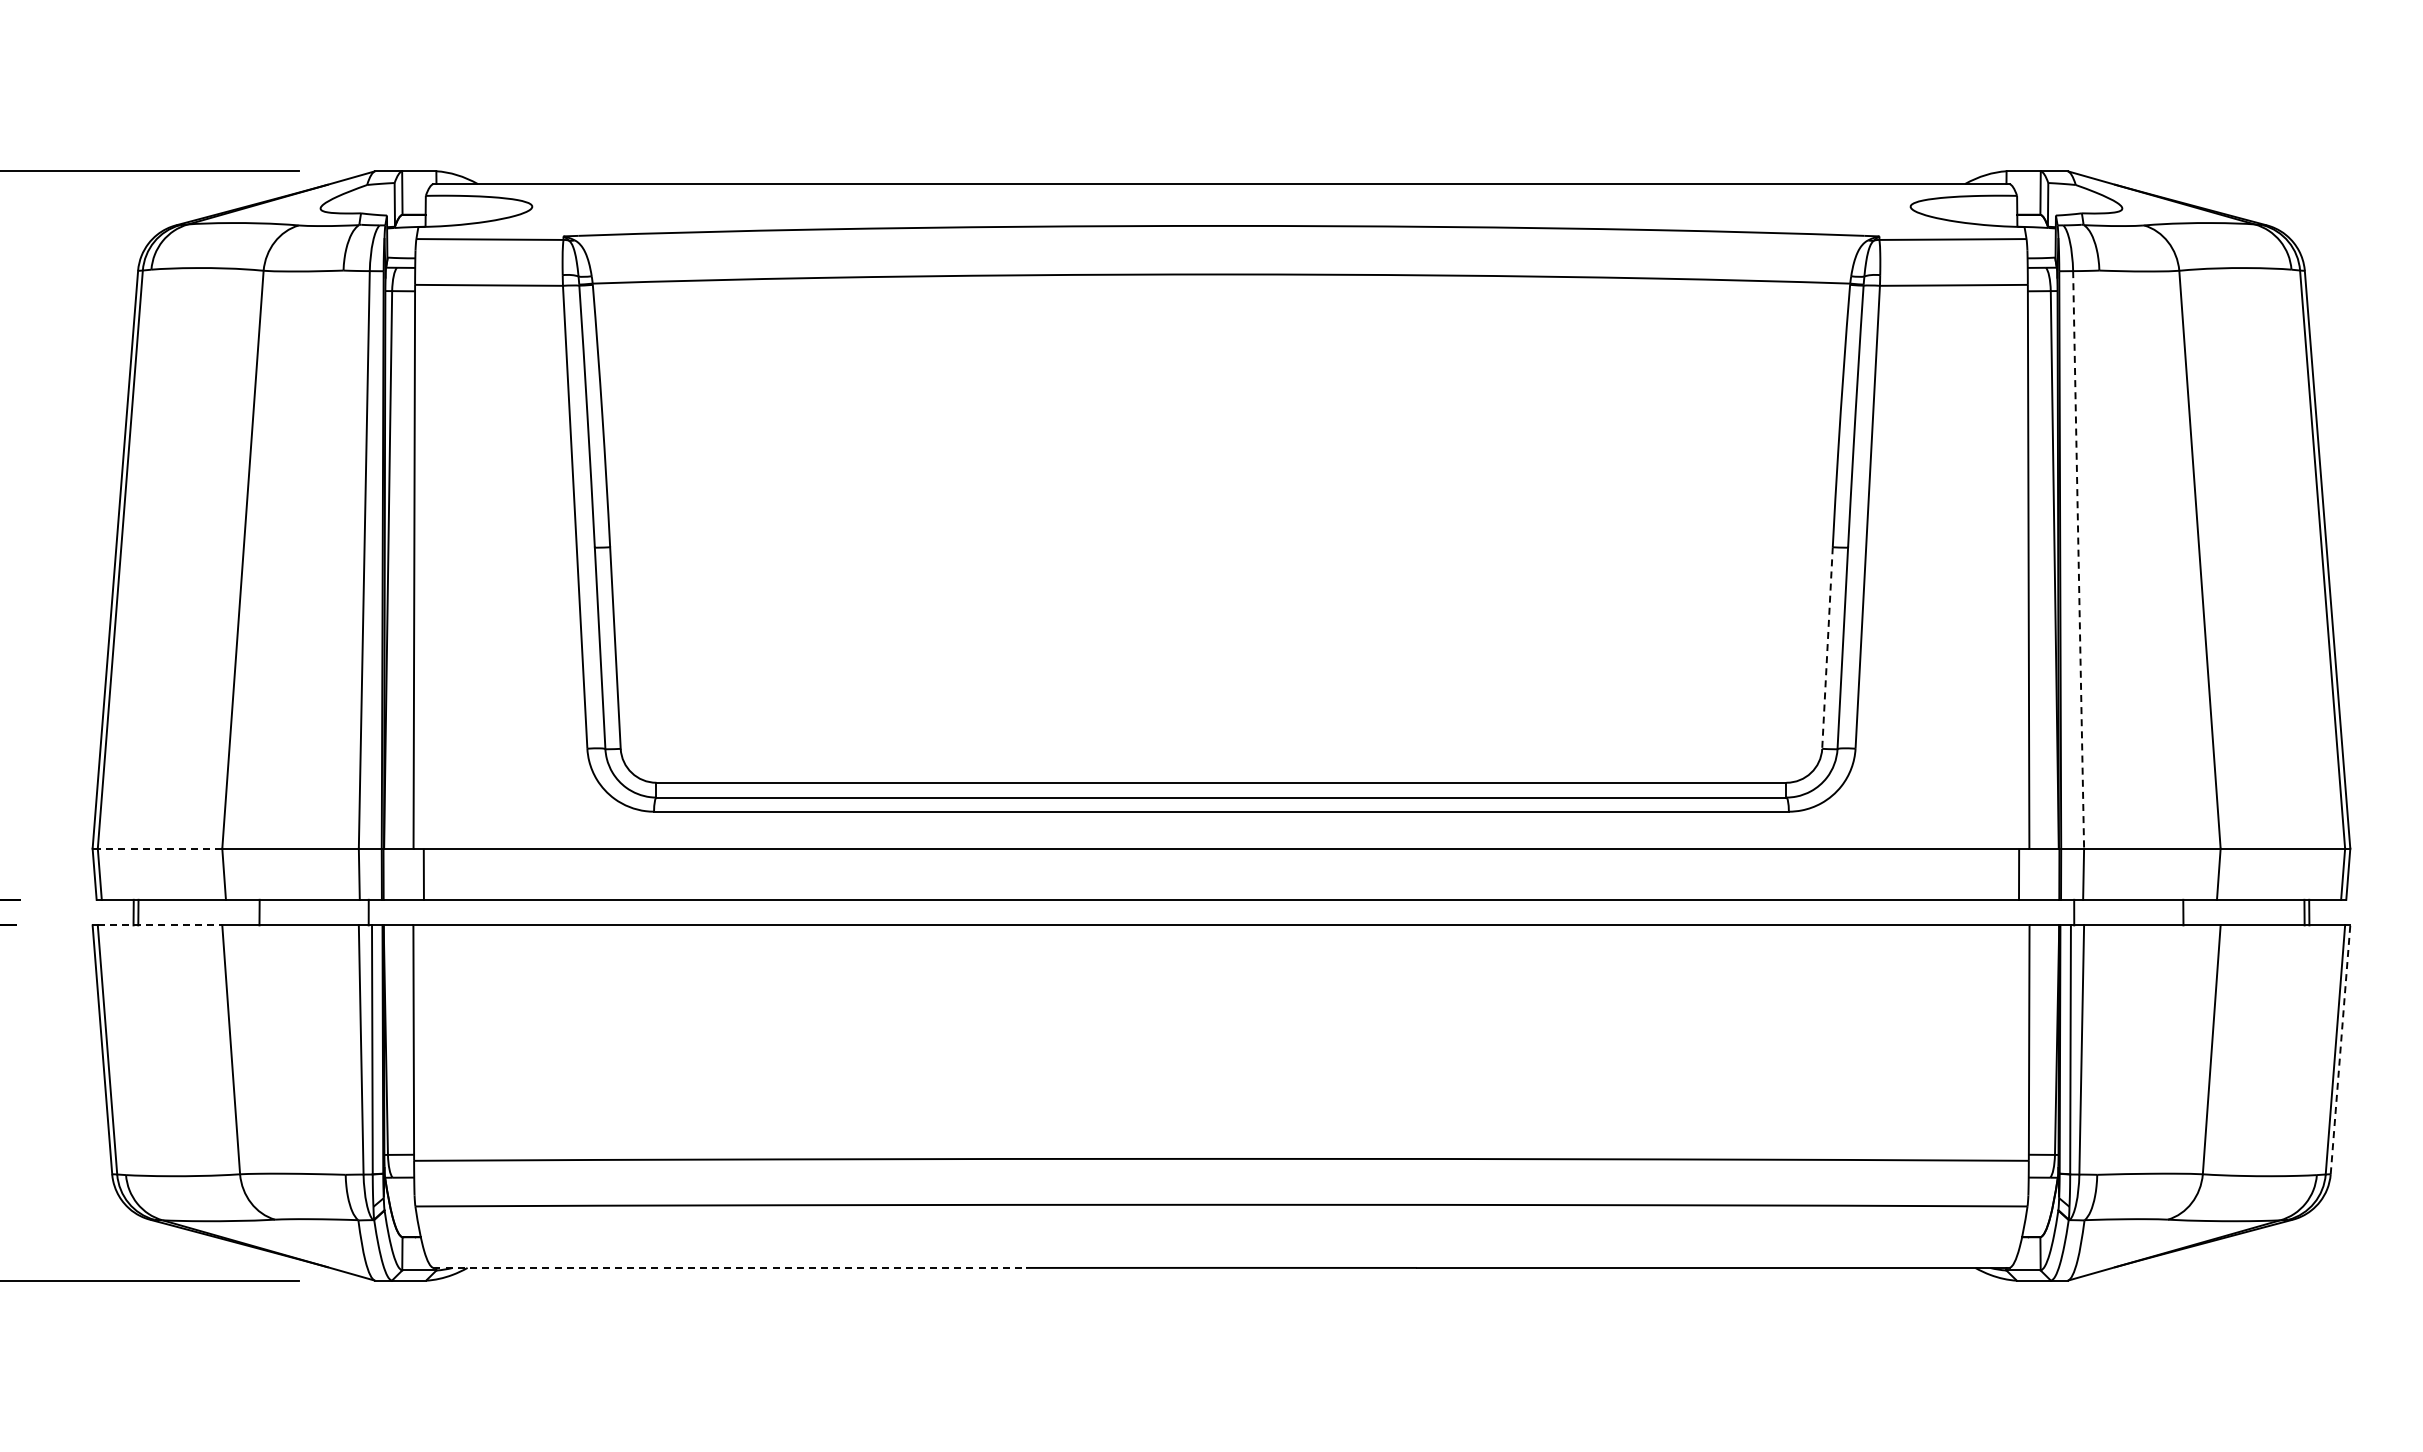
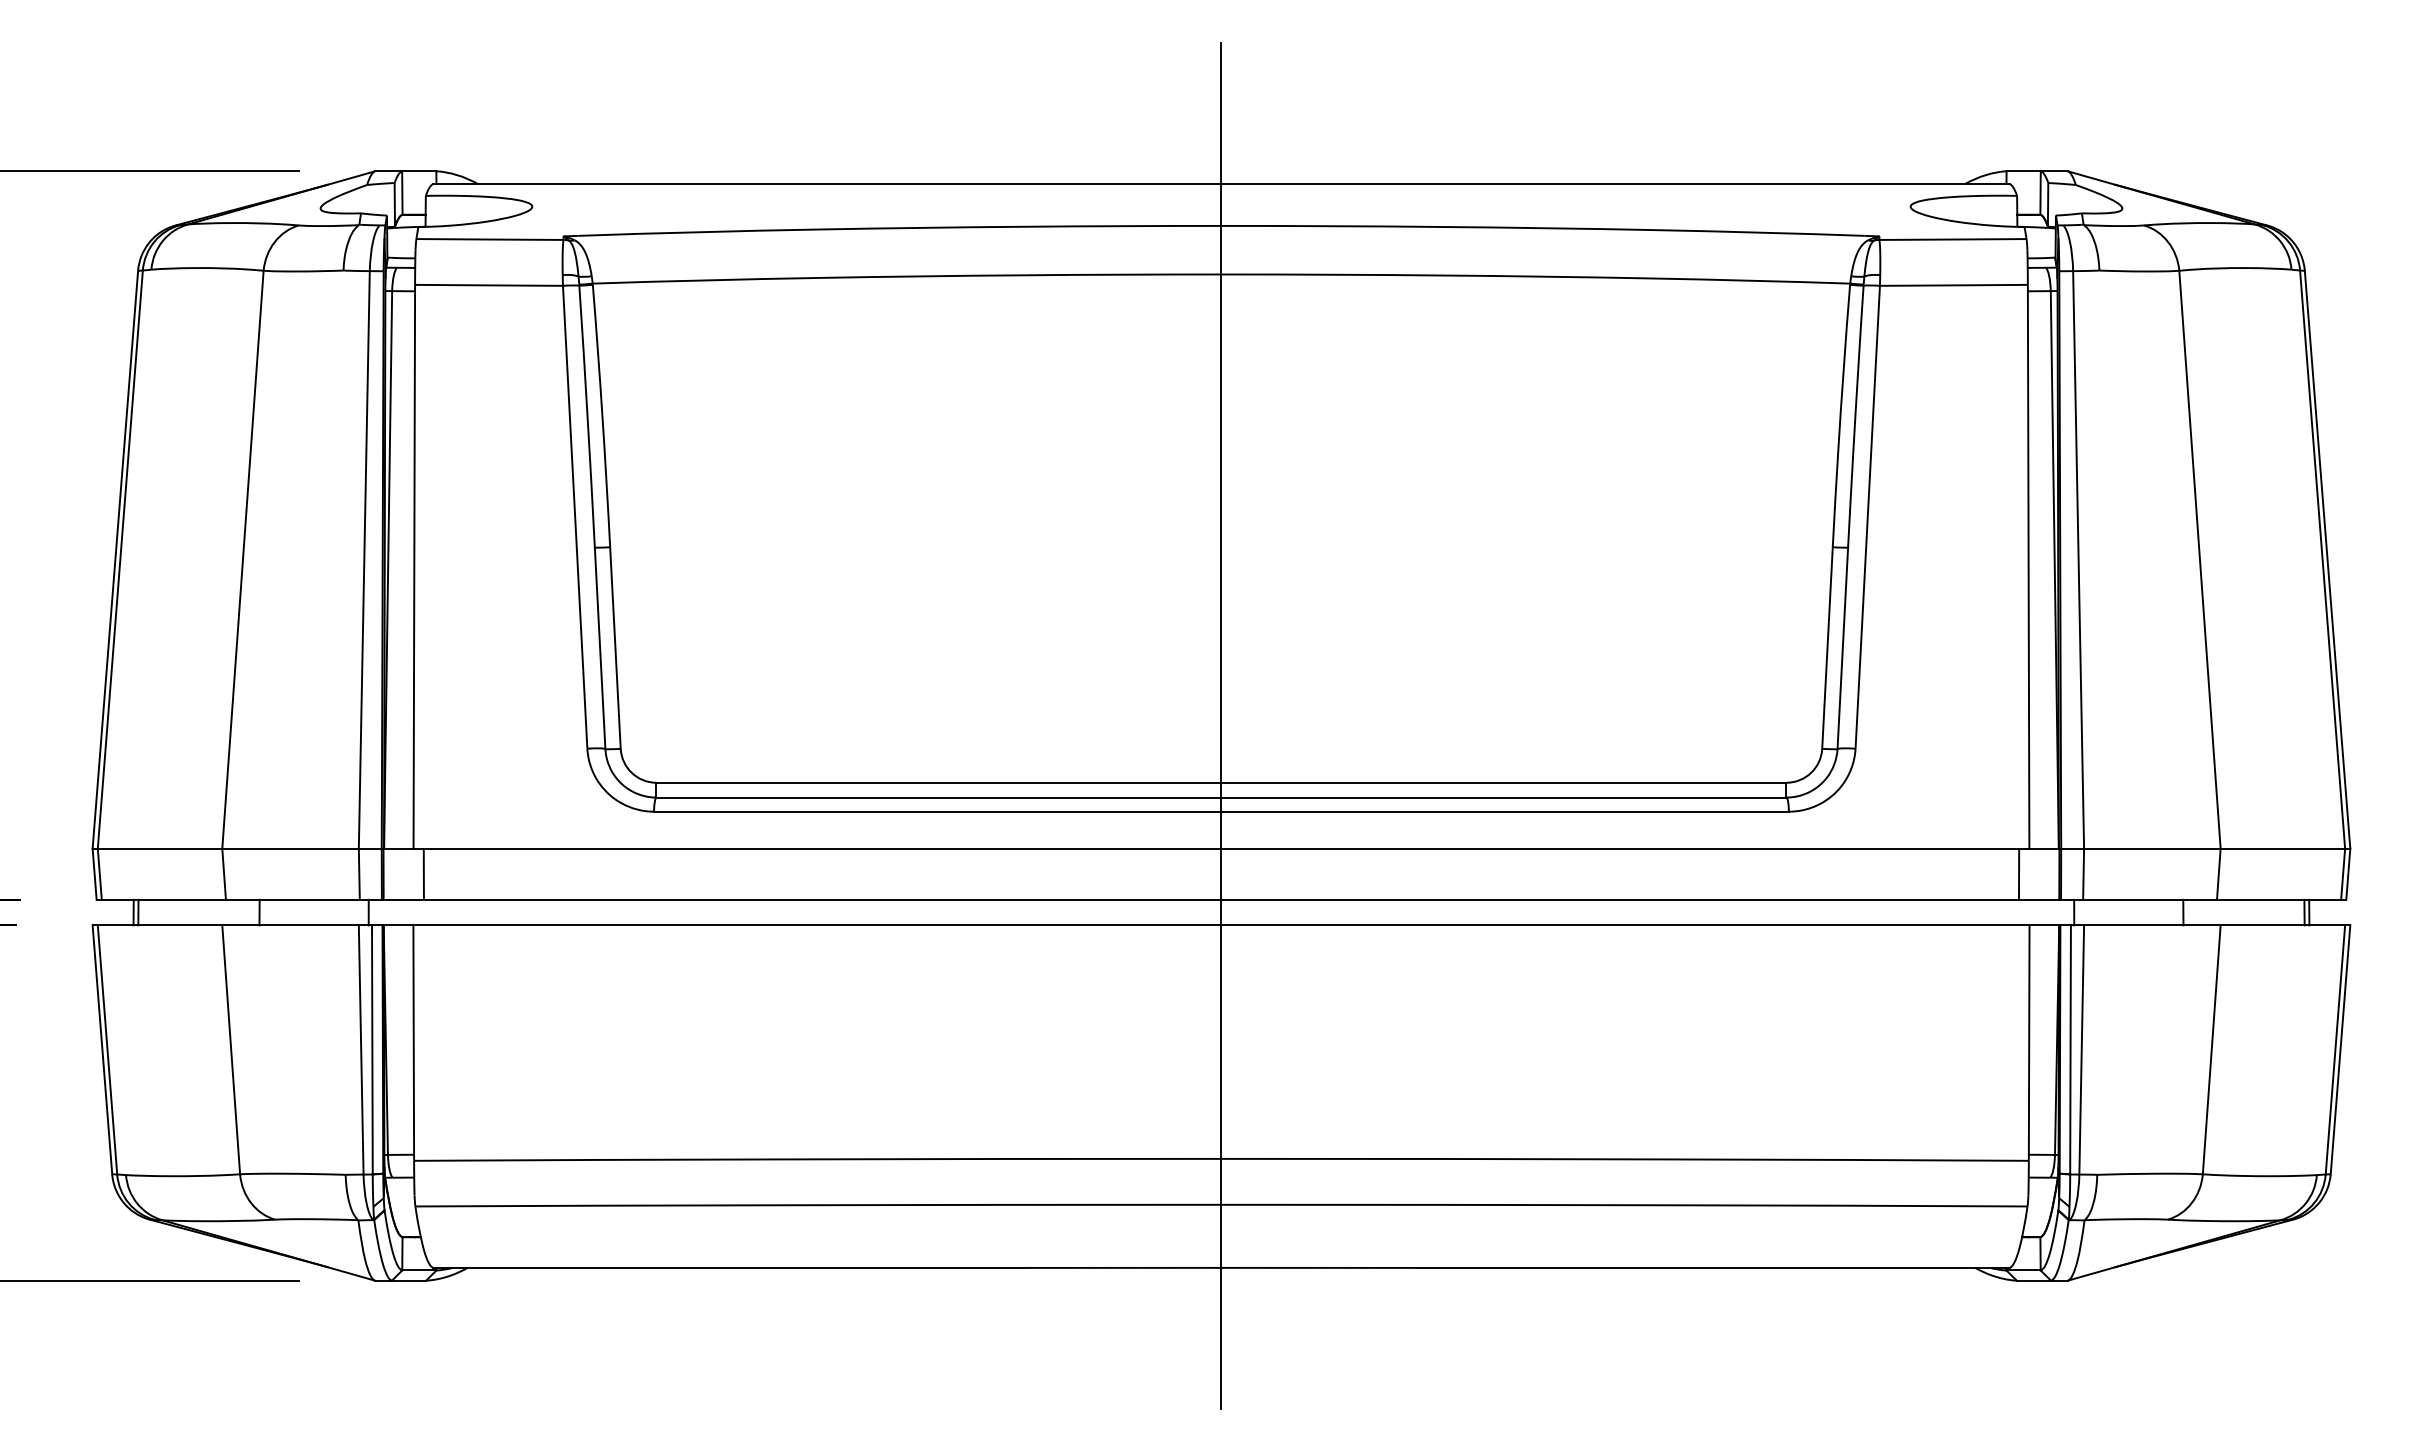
line at (2078, 559): dashed -> solid
line at (1827, 648): dashed -> solid
line at (1221, 725): none -> present
line at (159, 848): dashed -> solid
line at (160, 925): dashed -> solid
line at (2340, 1049): dashed -> solid
line at (730, 1267): dashed -> solid
